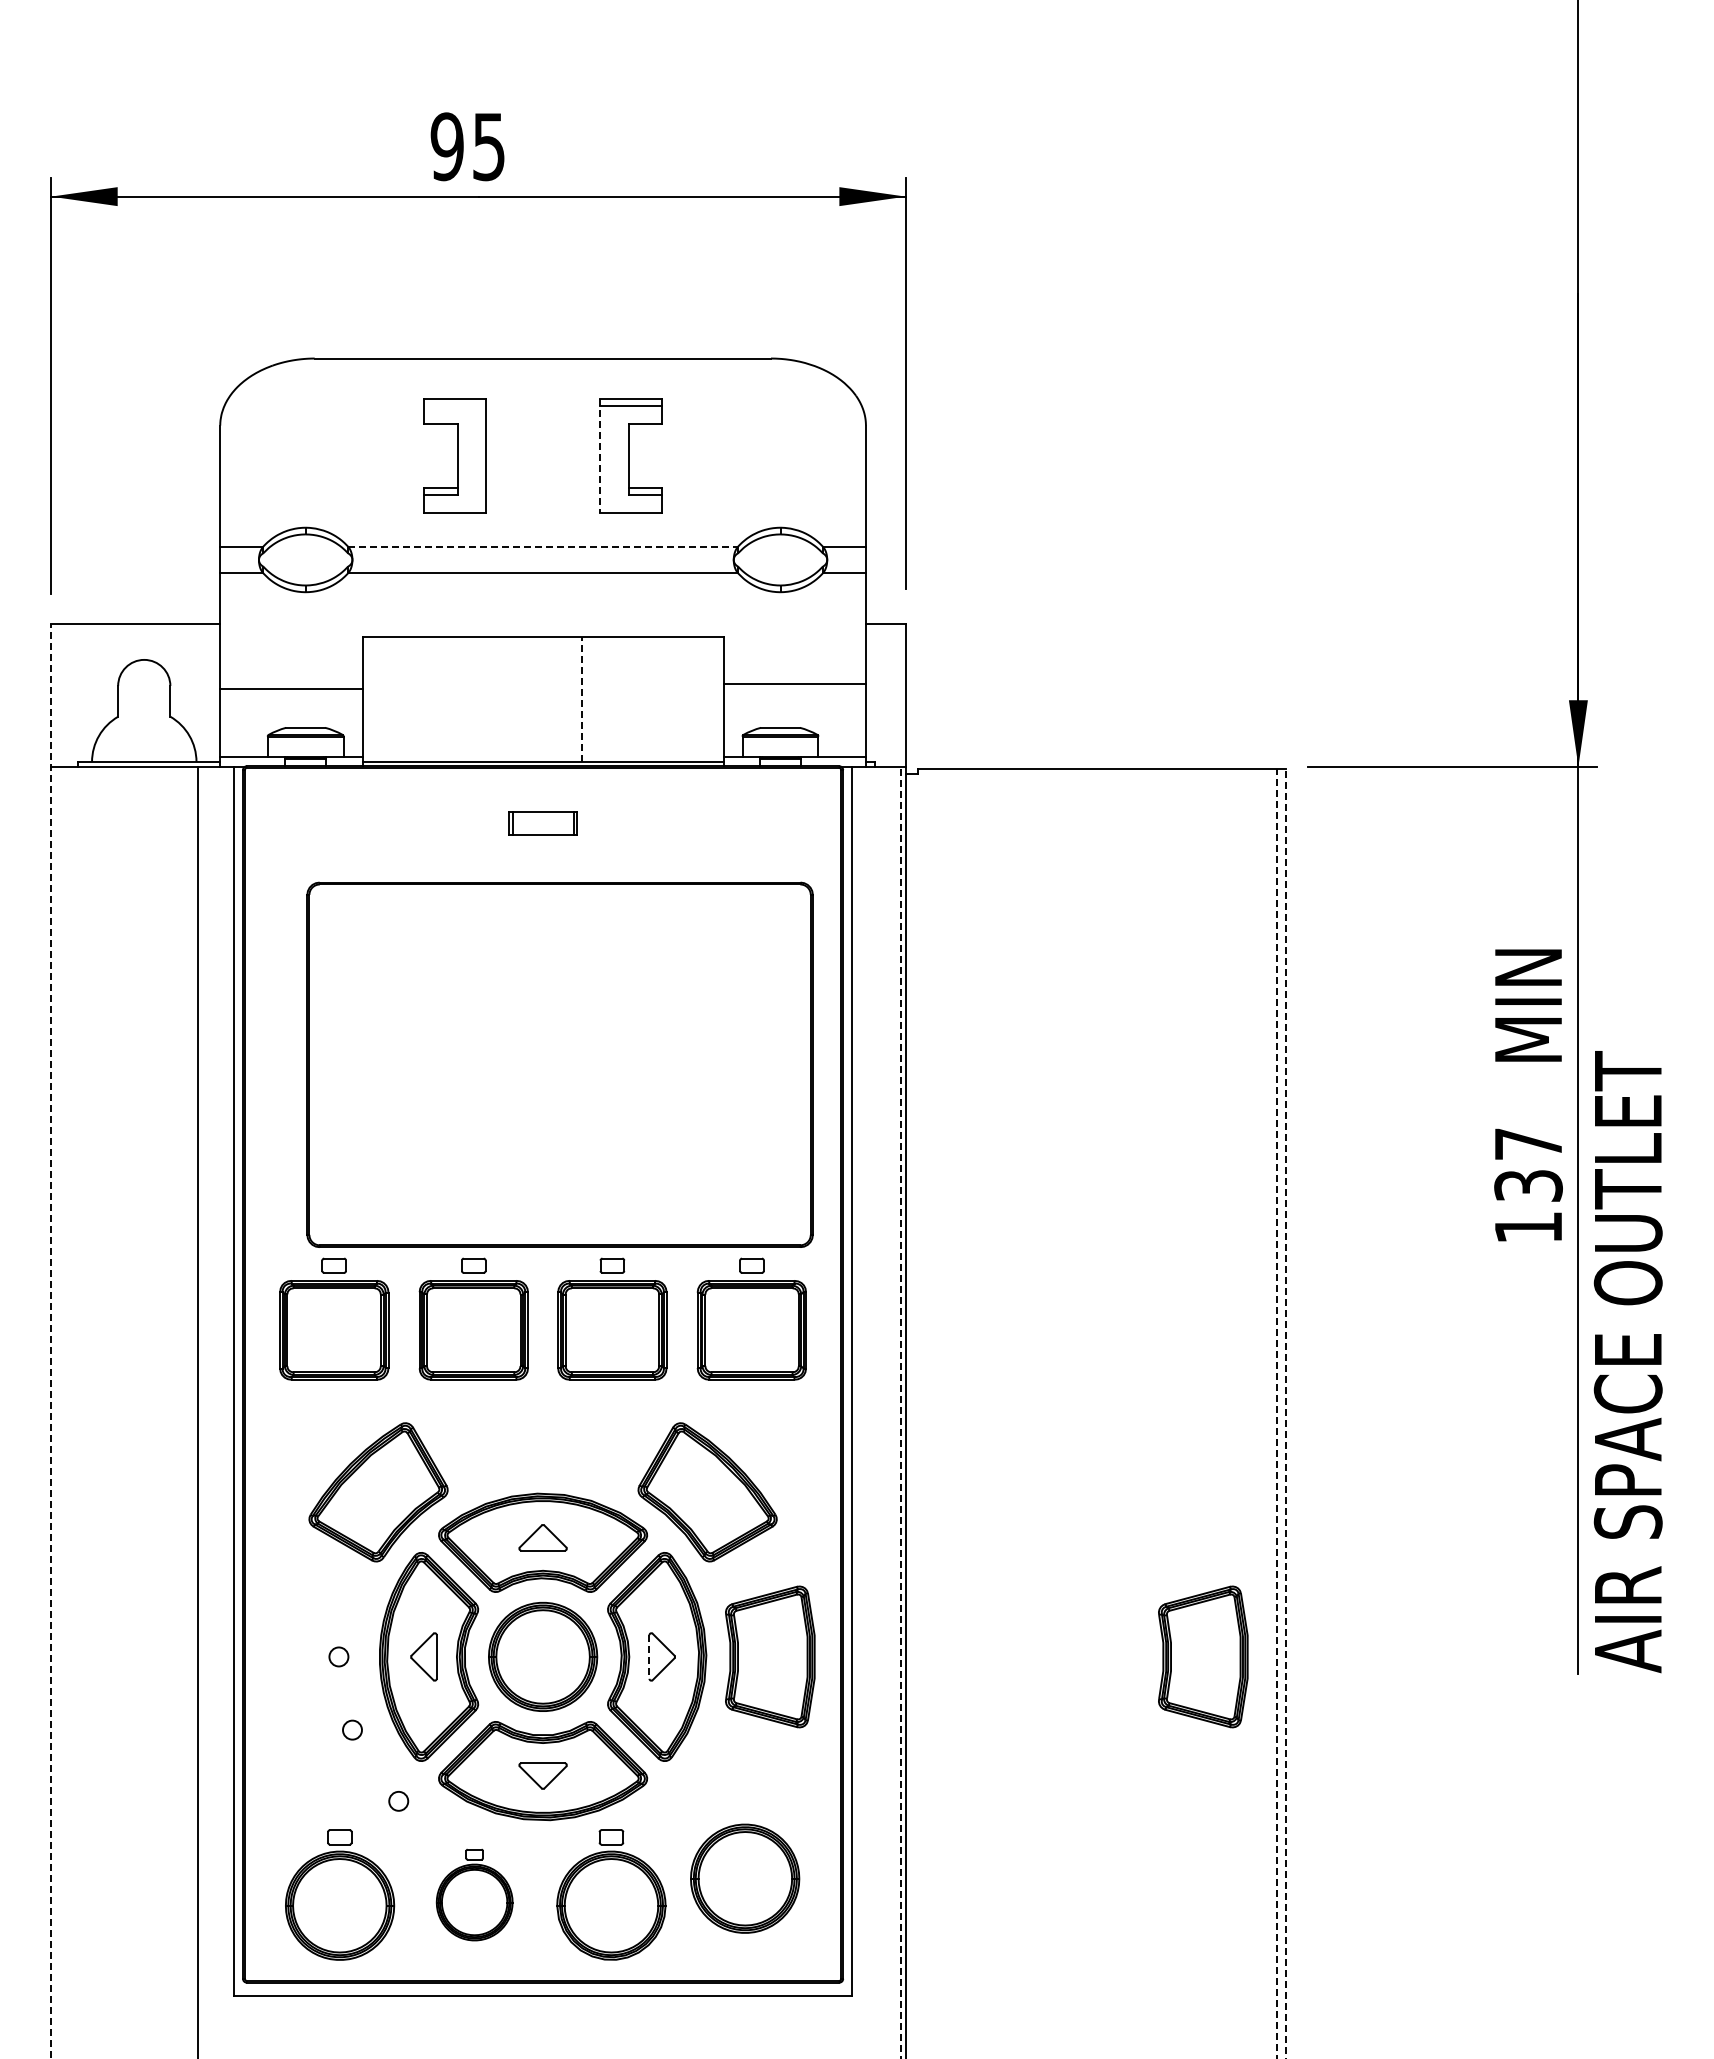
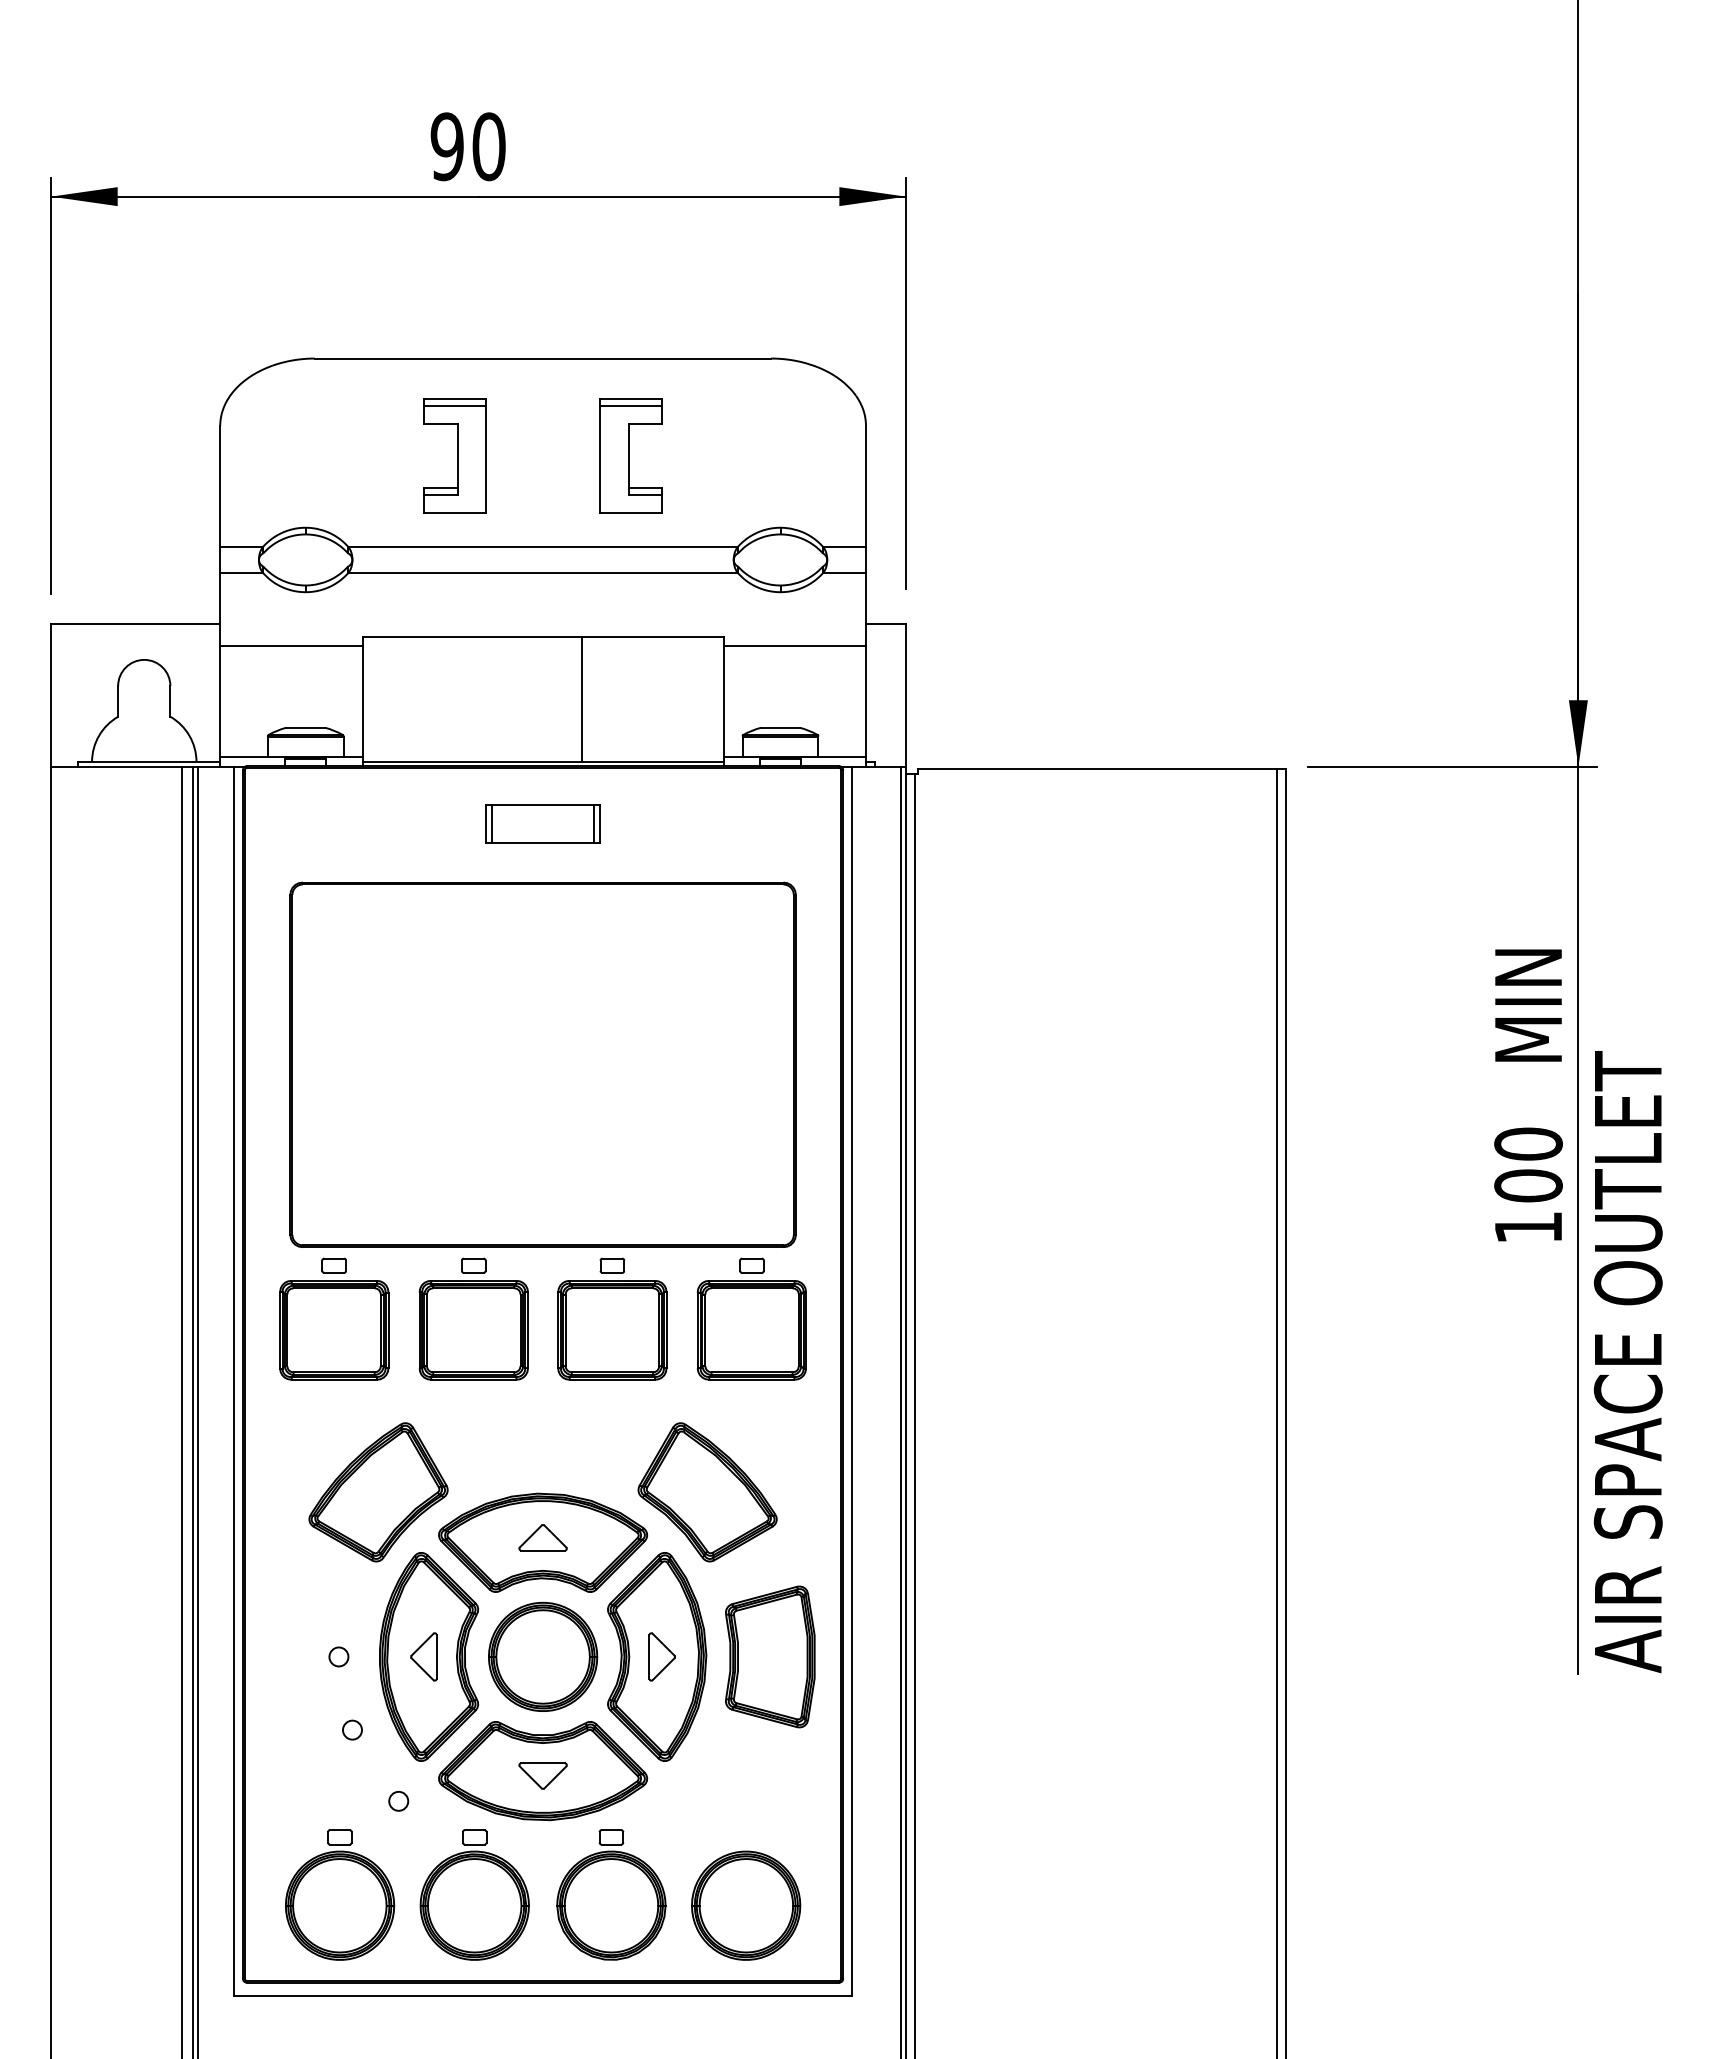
text at (488, 146): 95 -> 90
line at (455, 405): none -> present
line at (600, 456): dashed -> solid
line at (543, 546): dashed -> solid
line at (794, 684) position: (794, 684) -> (794, 646)
line at (291, 689) position: (291, 689) -> (291, 646)
line at (582, 699): dashed -> solid
part at (542, 823) size: 70x25 px -> 116x40 px
part at (559, 1064) position: (559, 1064) -> (542, 1064)
text at (1528, 1164): 137 -> 100
line at (51, 1341): dashed -> solid
line at (181, 1410): none -> present
line at (193, 1410): none -> present
line at (901, 1412): dashed -> solid
line at (1285, 1413): dashed -> solid
line at (915, 1414): none -> present
line at (1276, 1414): dashed -> solid
line at (649, 1656): dashed -> solid
part at (1203, 1656): present -> none
part at (745, 1878) position: (745, 1878) -> (746, 1905)
part at (474, 1894) size: 79x94 px -> 111x132 px
